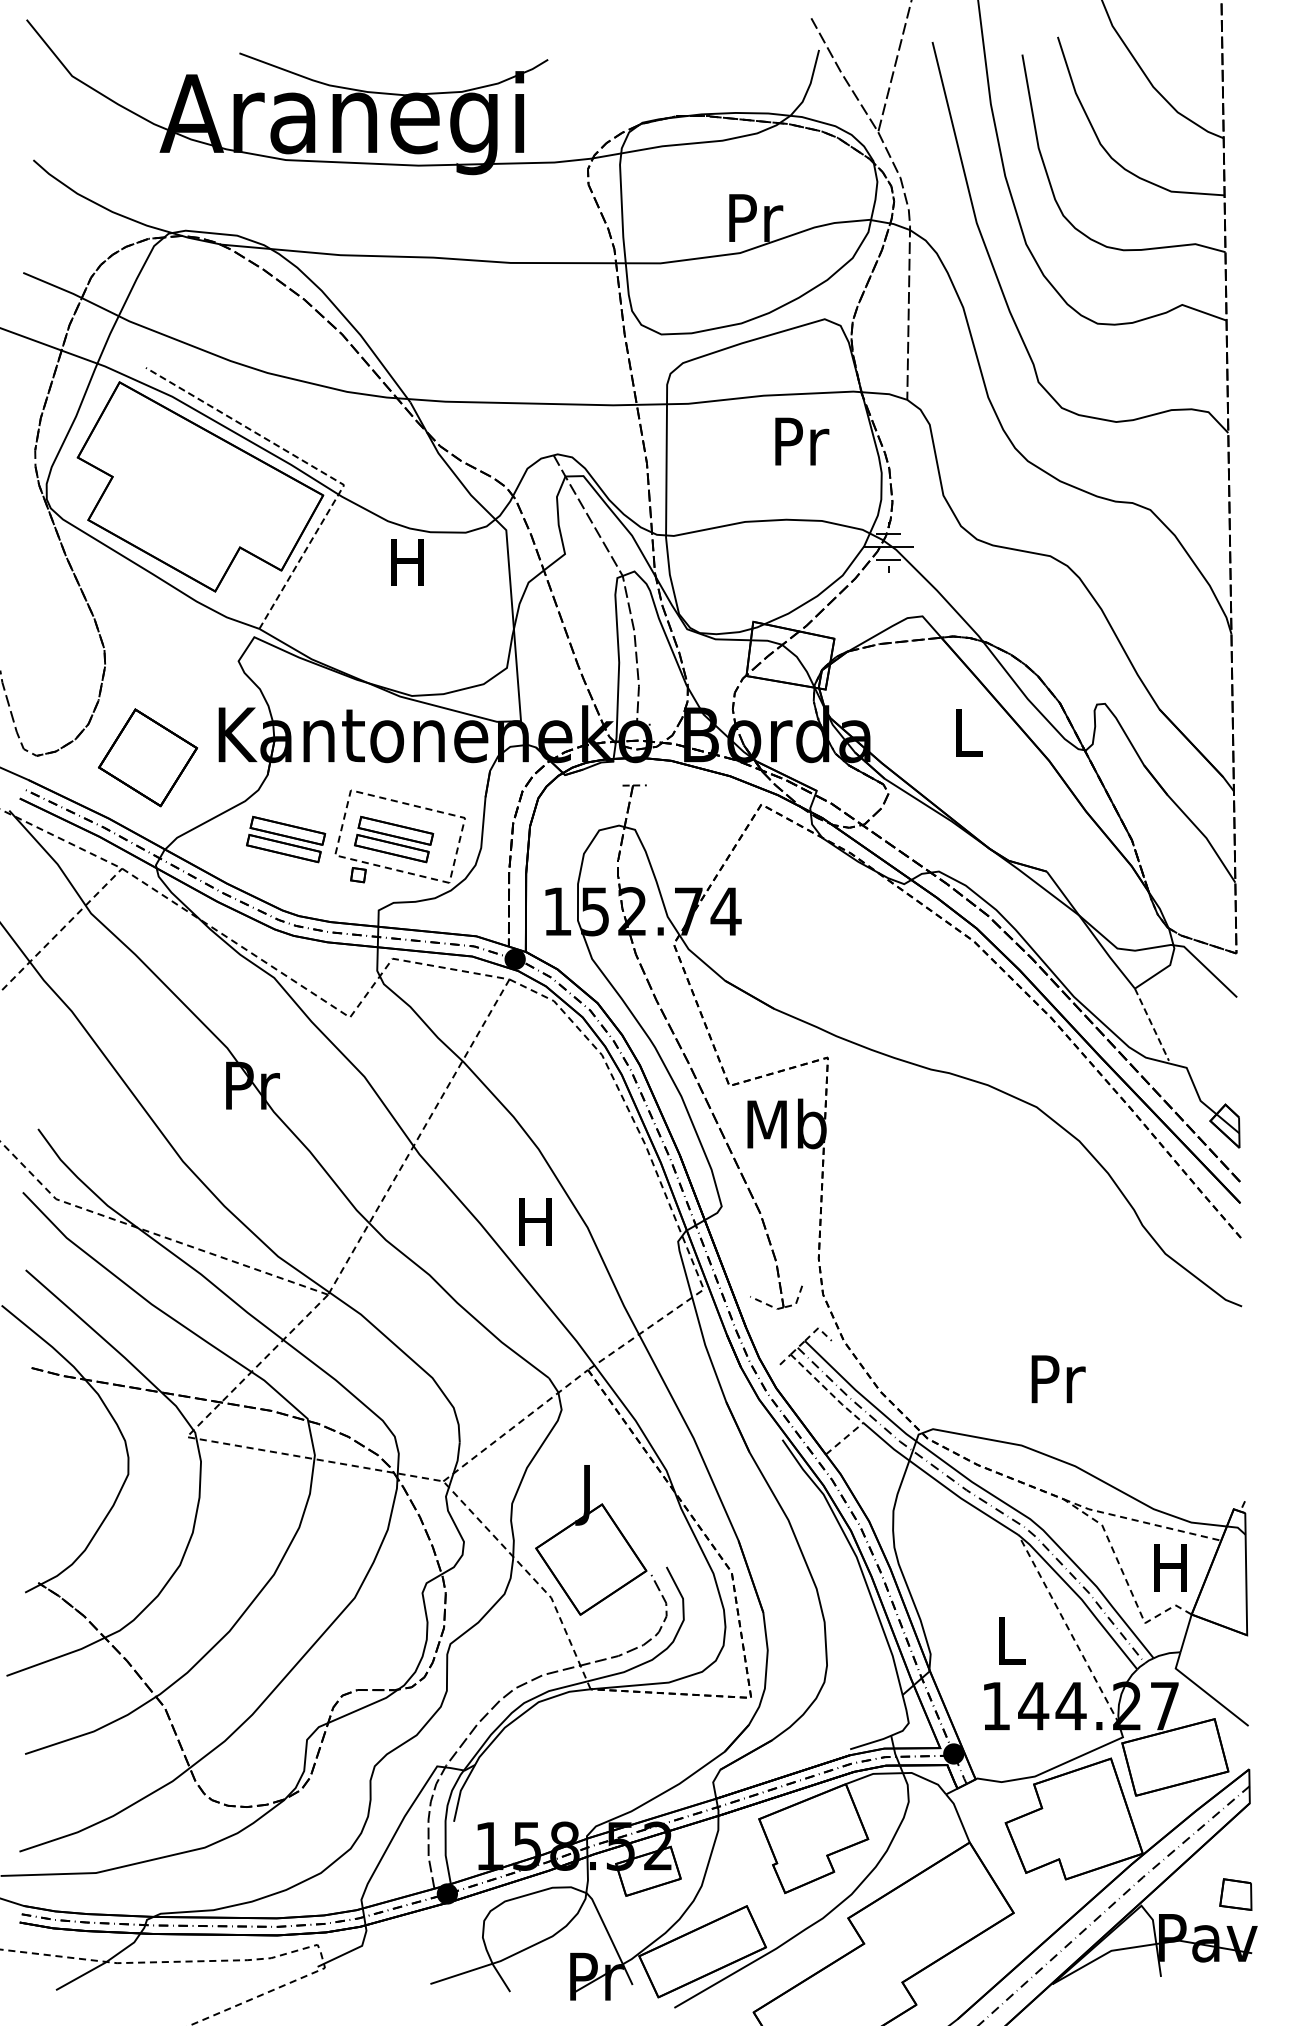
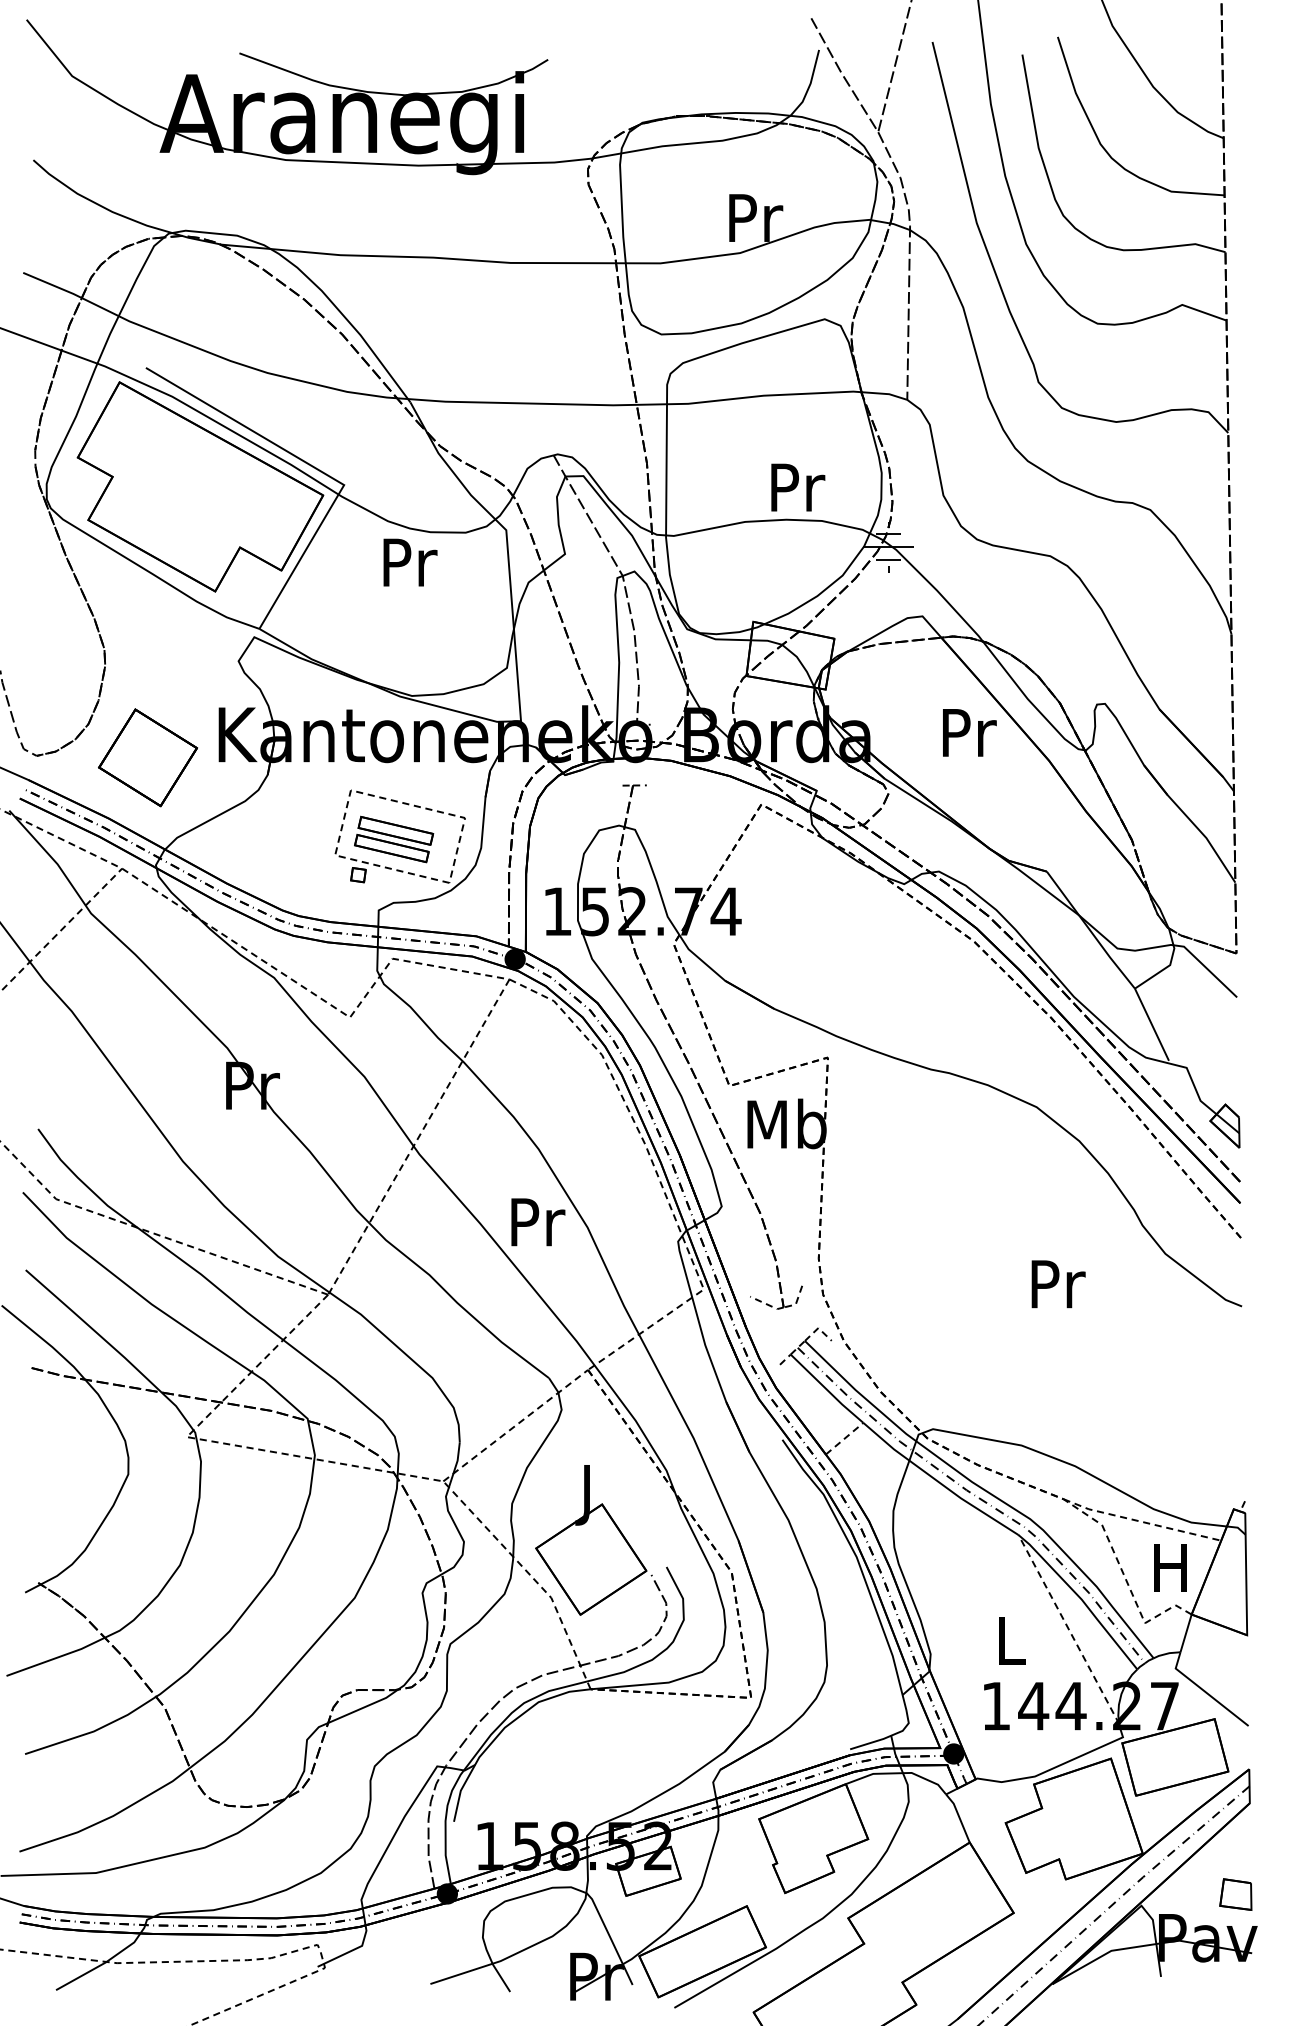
text at (802, 441) position: (802, 441) -> (798, 487)
line at (316, 468): dashed -> solid
text at (410, 562): H -> Pr
text at (969, 732): L -> Pr
part at (286, 839): present -> none
line at (1151, 1024): dashed -> solid
text at (538, 1222): H -> Pr
text at (1058, 1379) position: (1058, 1379) -> (1058, 1284)
line at (827, 1389): dashed -> solid
